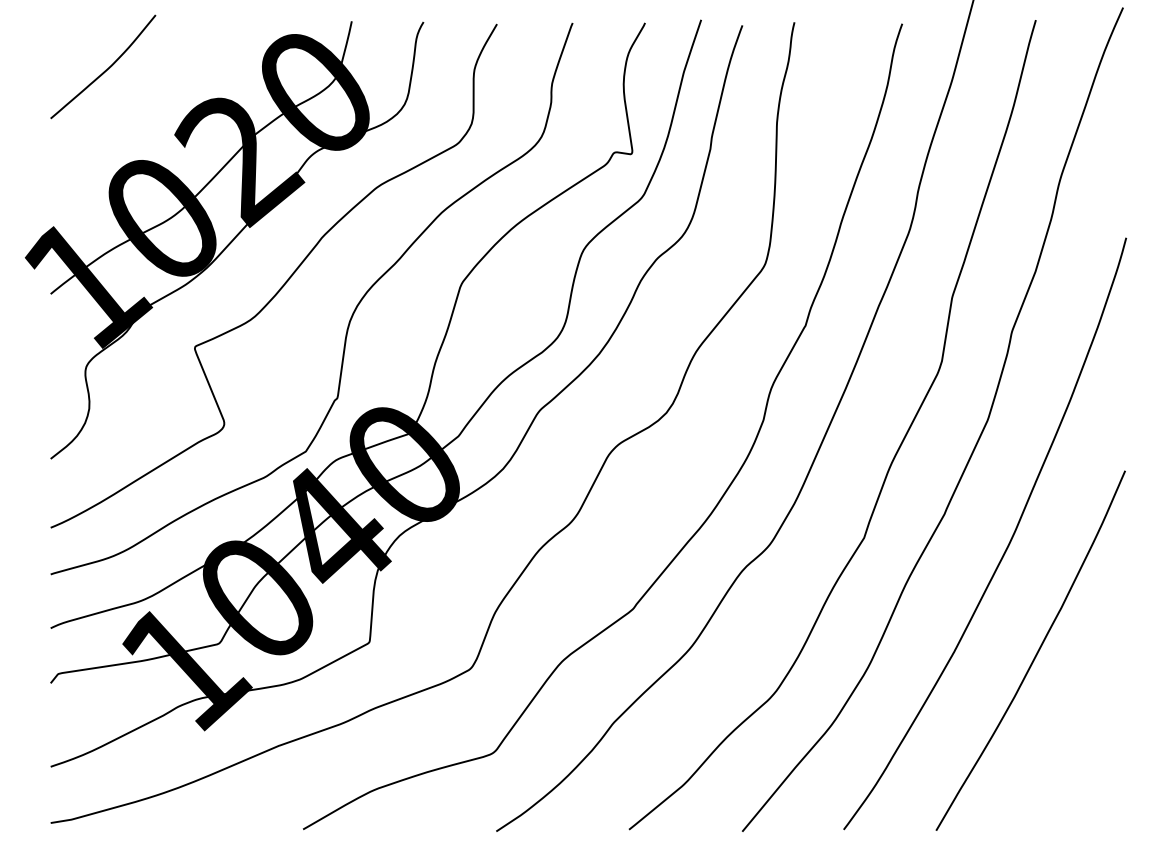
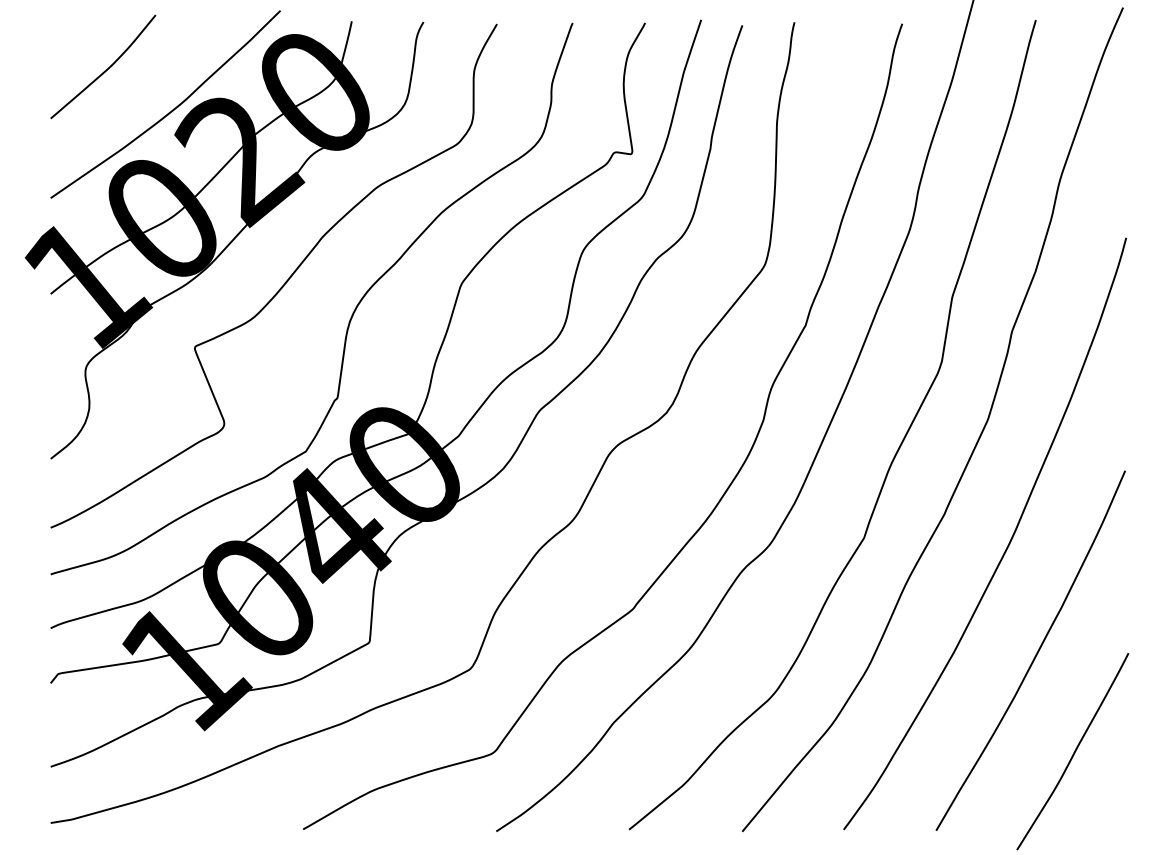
curve at (171, 110): none -> present
curve at (1073, 752): none -> present
